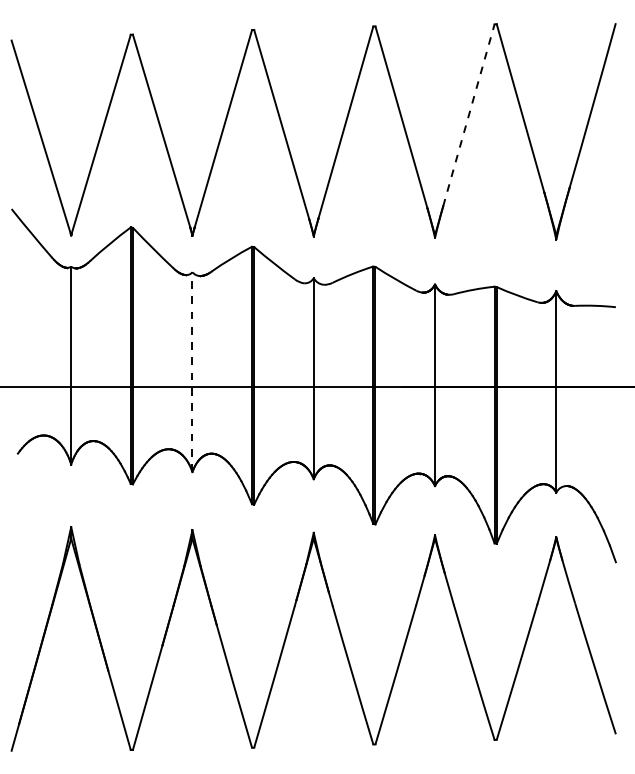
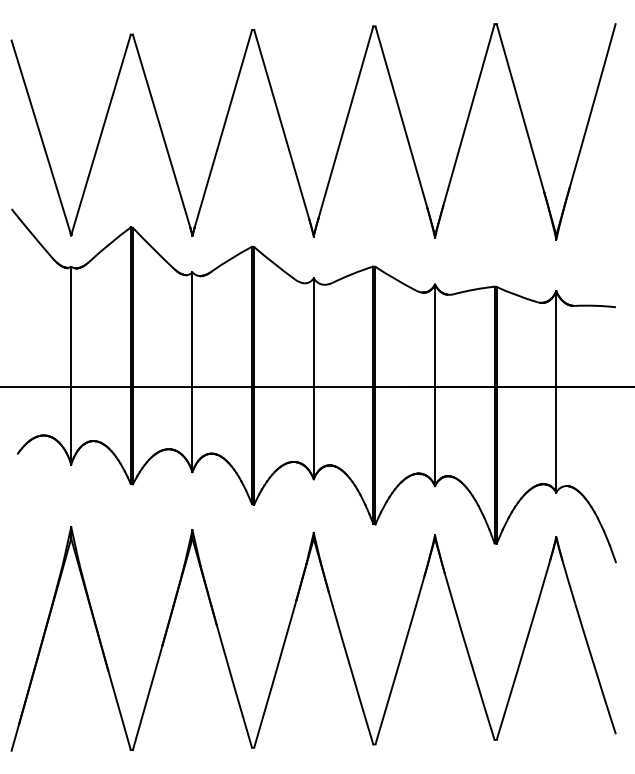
line at (468, 115): dashed -> solid
line at (192, 372): dashed -> solid
